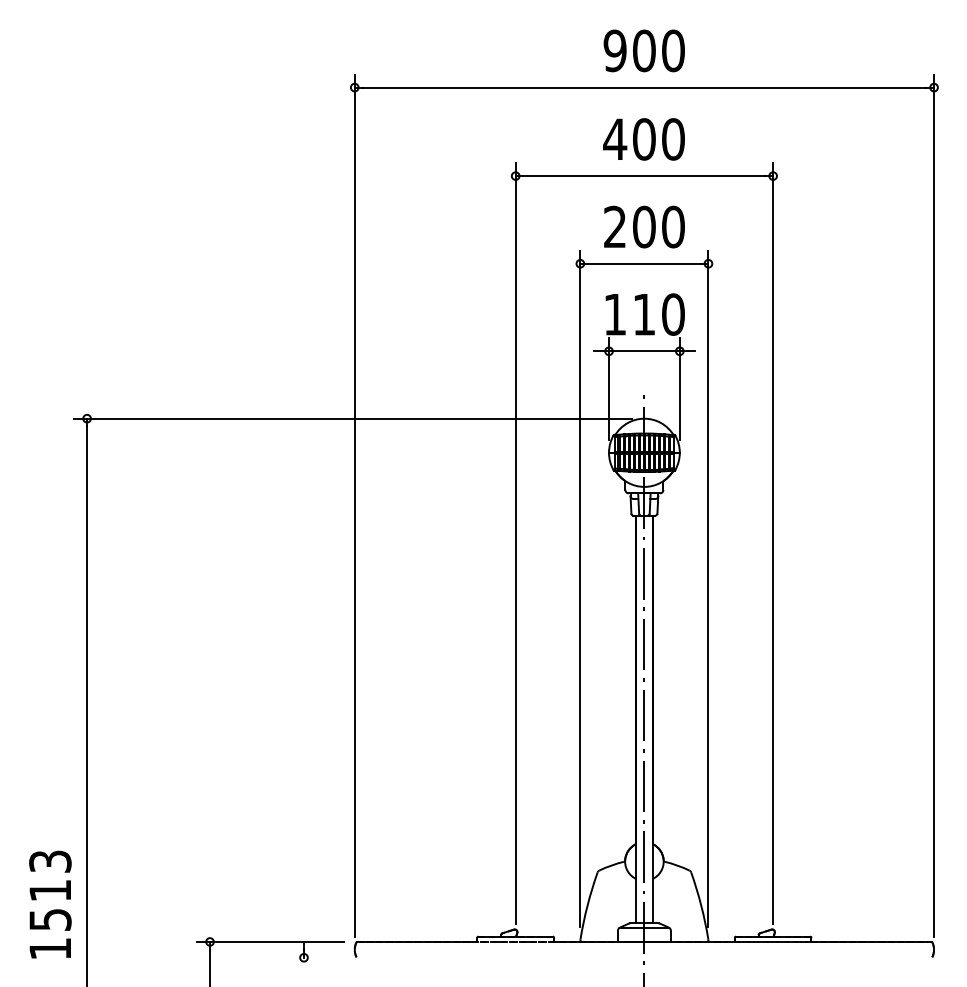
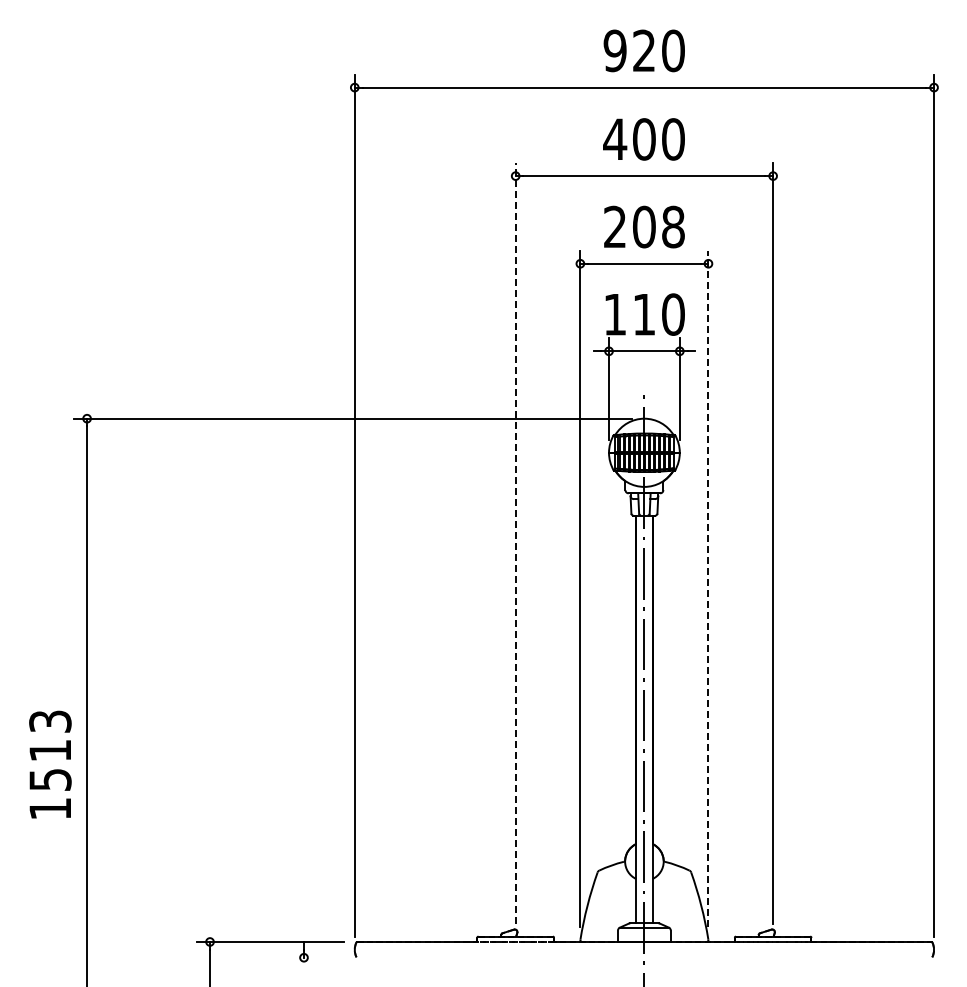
text at (644, 50): 900 -> 920
text at (673, 227): 200 -> 208
line at (515, 543): solid -> dashed
line at (708, 588): solid -> dashed
text at (50, 904) position: (50, 904) -> (50, 764)
